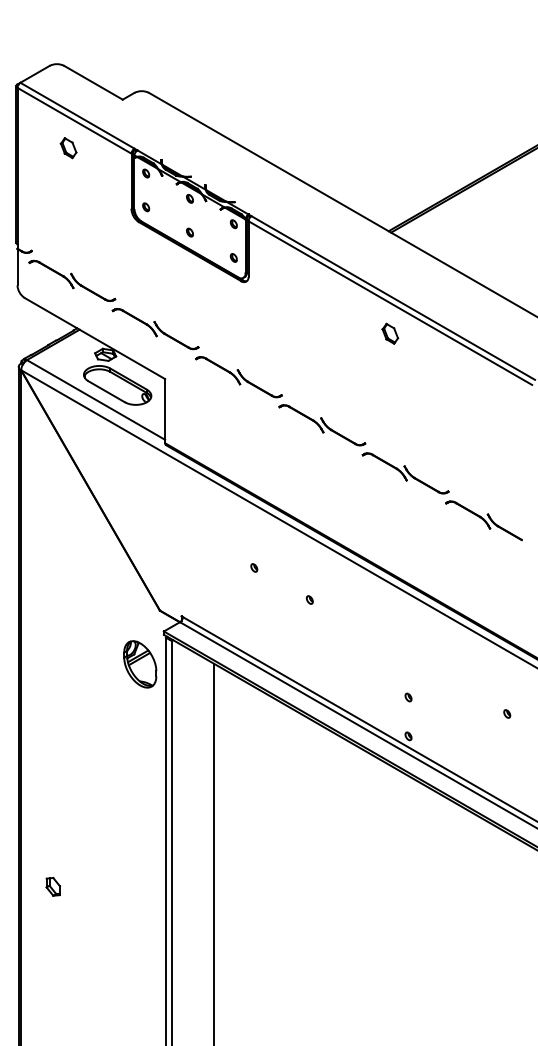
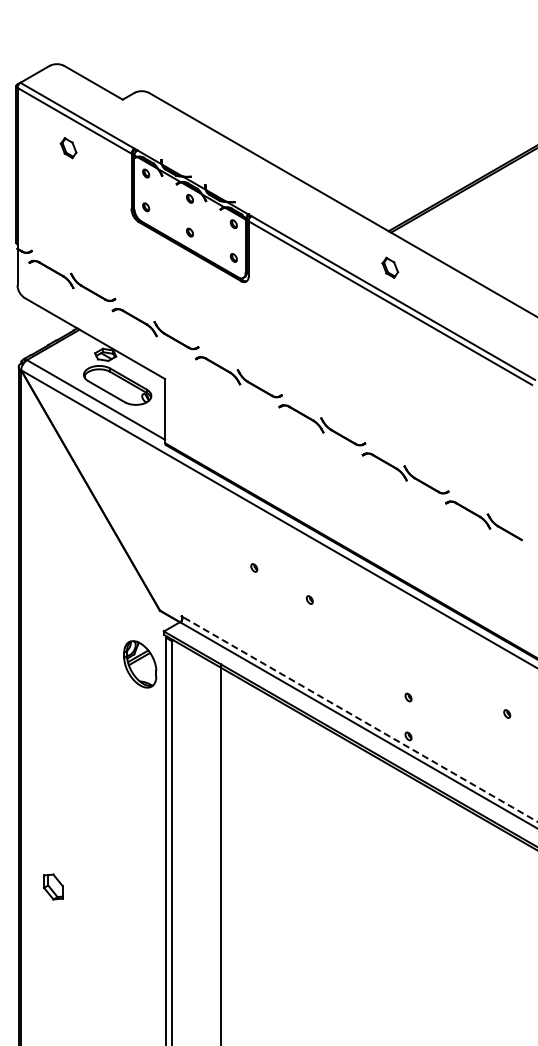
part at (390, 333) position: (390, 333) -> (390, 267)
line at (360, 719): solid -> dashed
line at (214, 852) position: (214, 852) -> (221, 852)
part at (52, 886) size: 16x21 px -> 21x28 px
